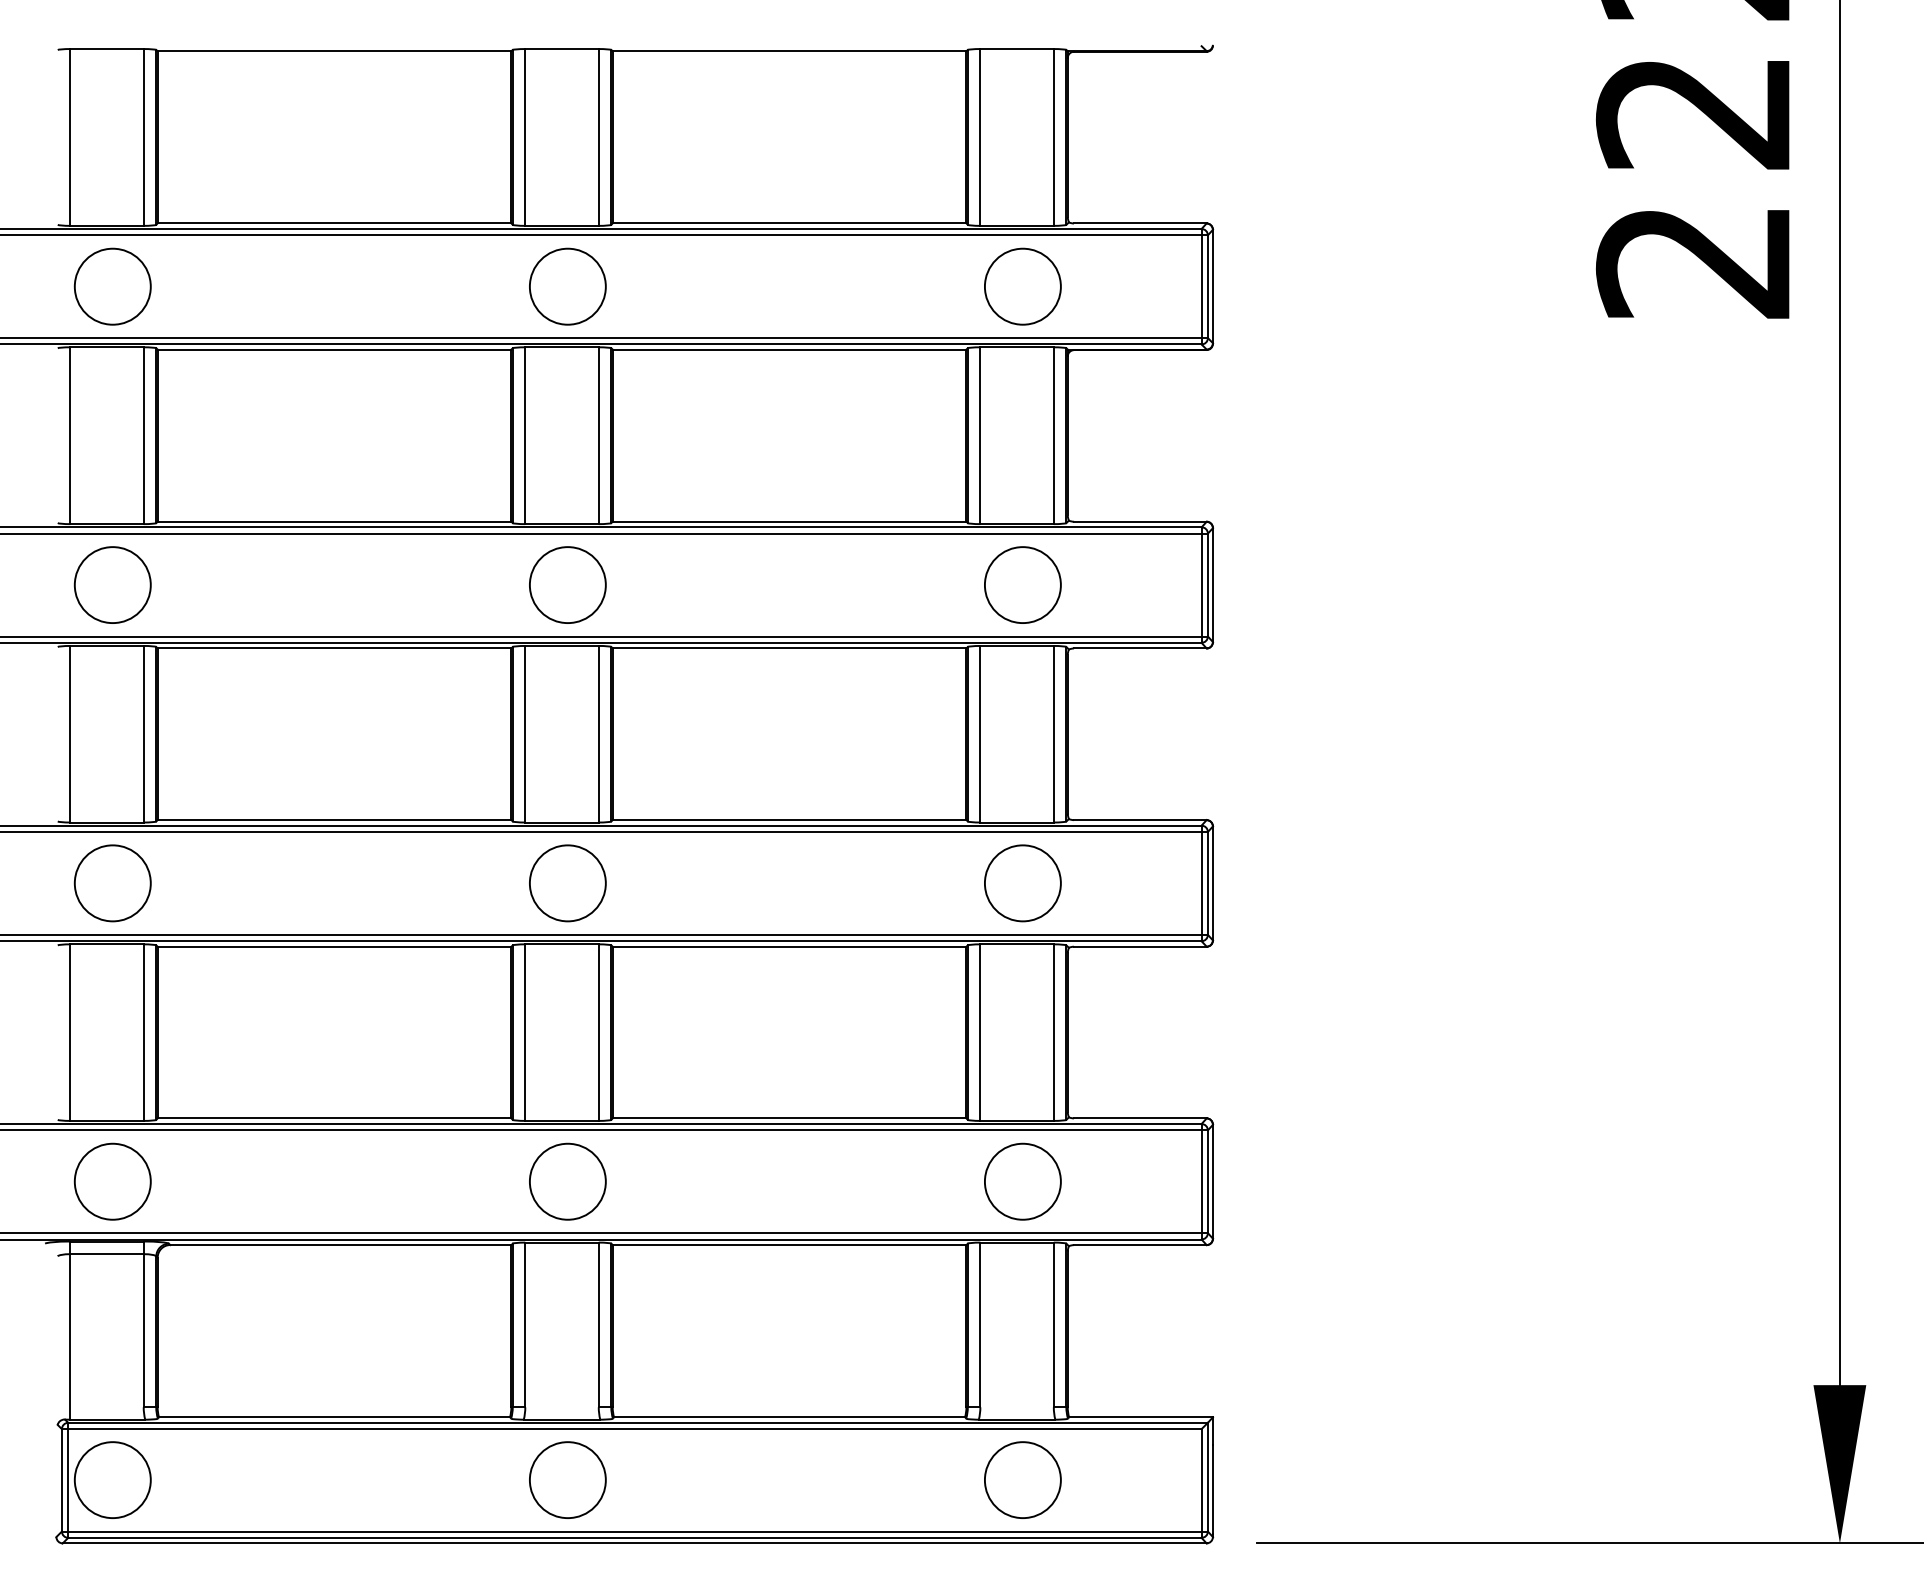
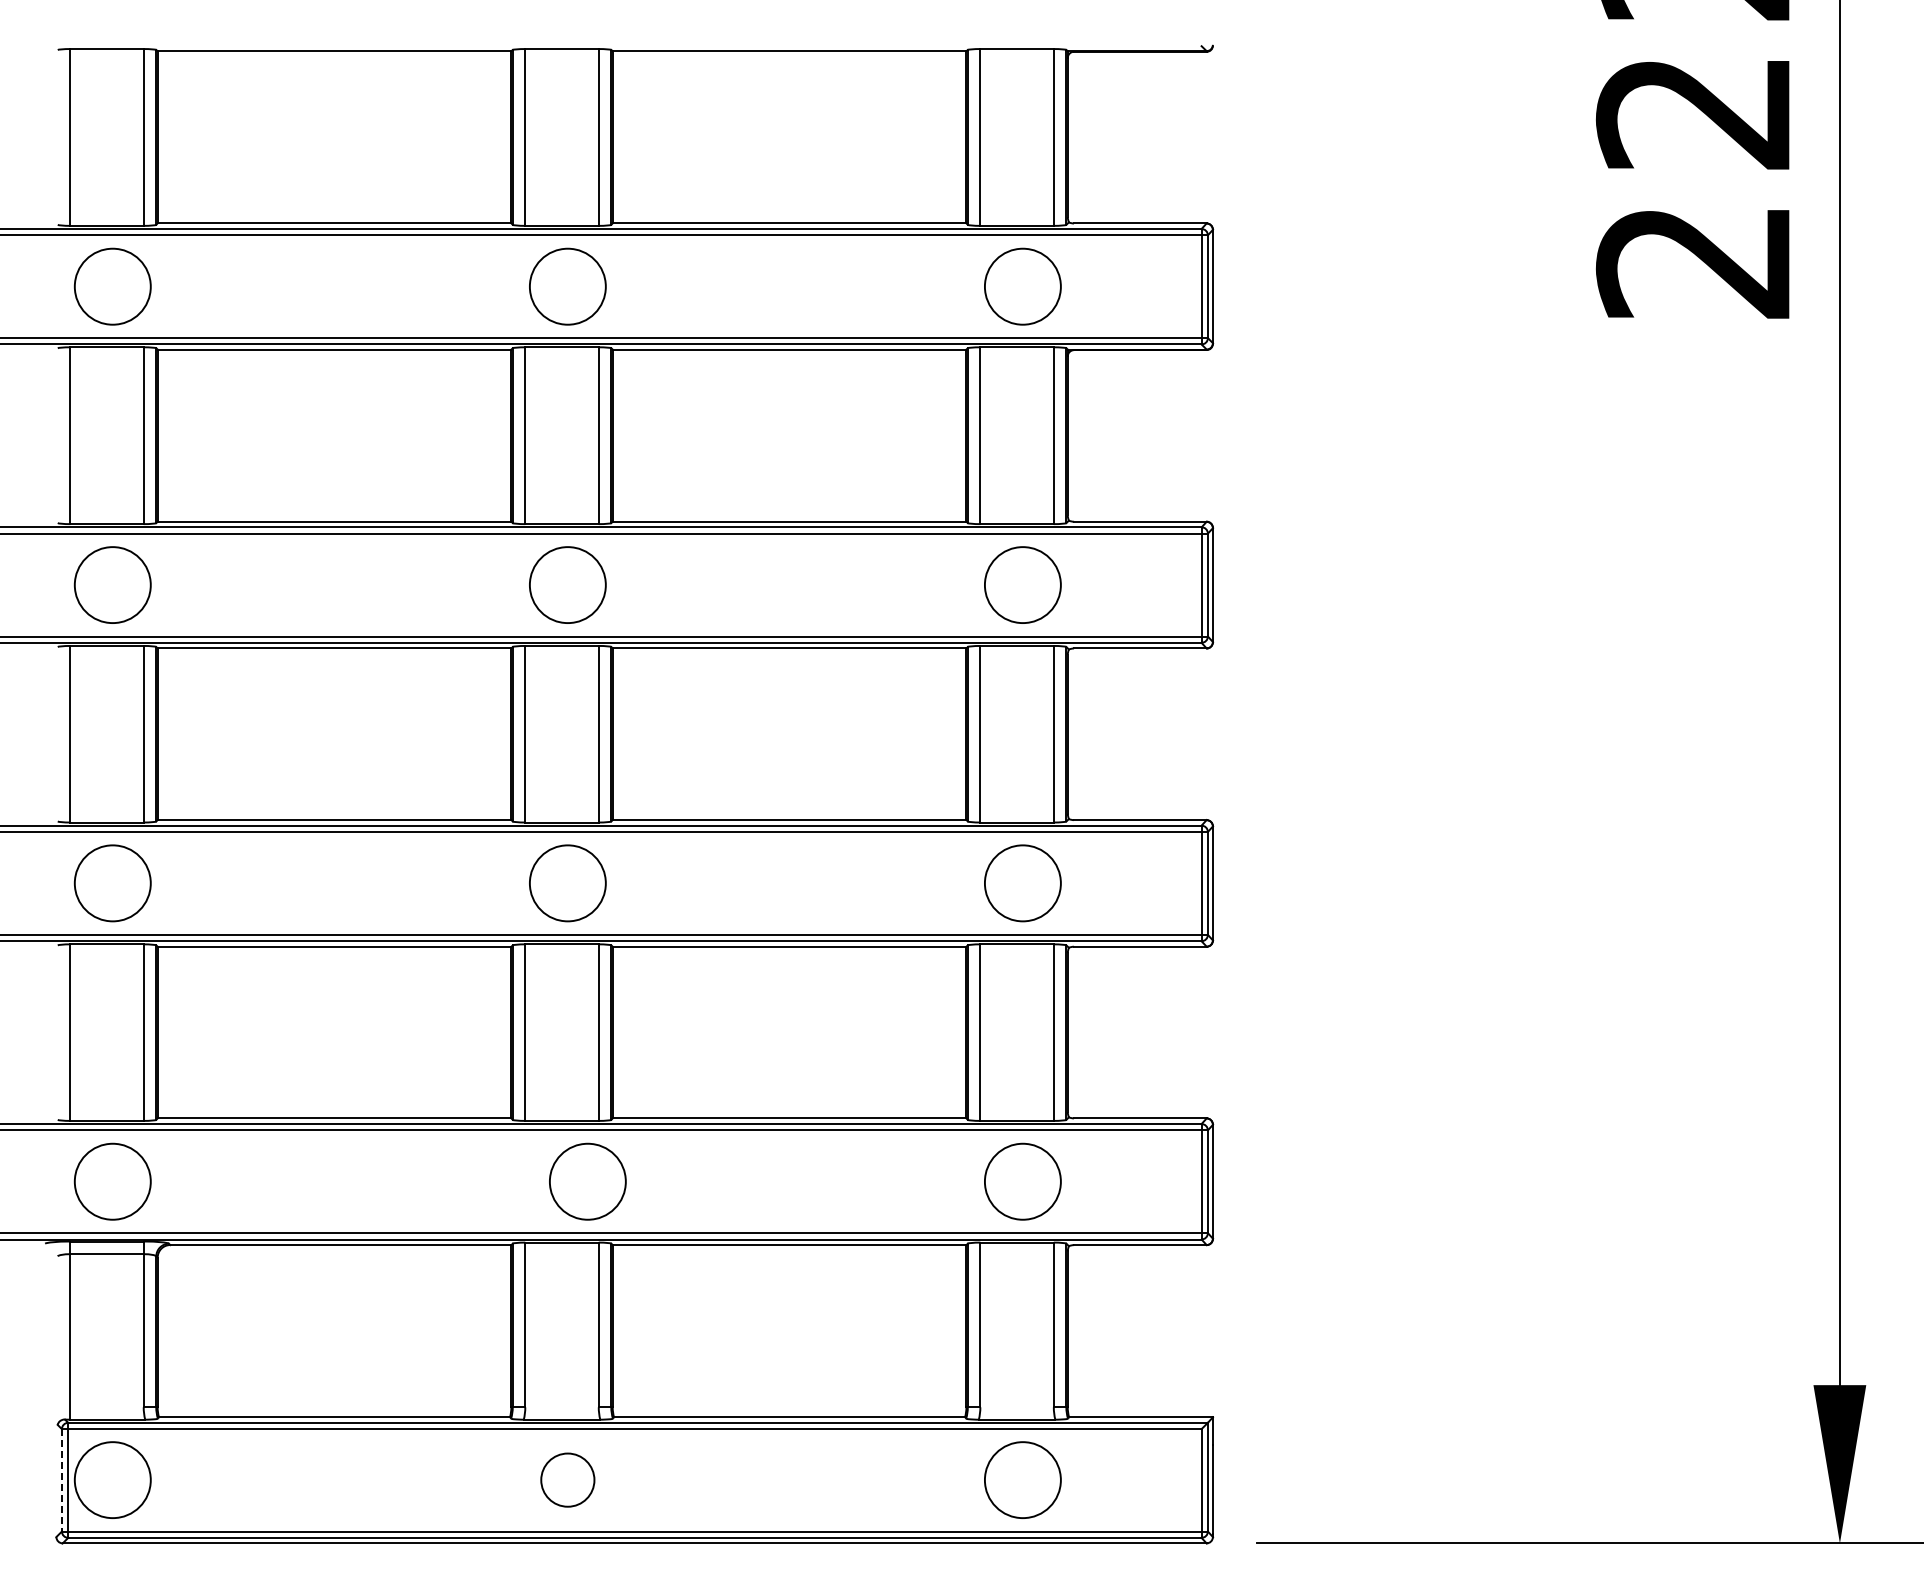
circle at (567, 1181) position: (567, 1181) -> (587, 1181)
line at (61, 1480): solid -> dashed
circle at (567, 1480) diameter: 76 px -> 53 px
